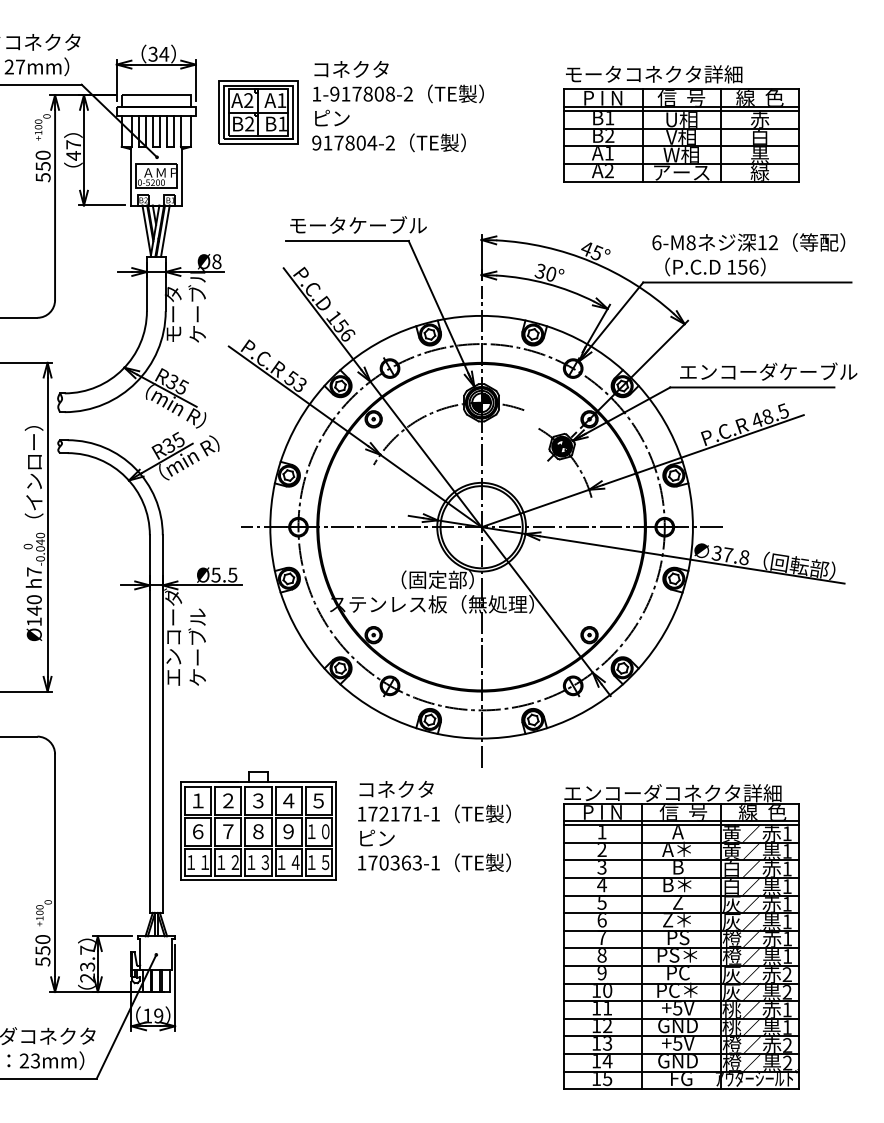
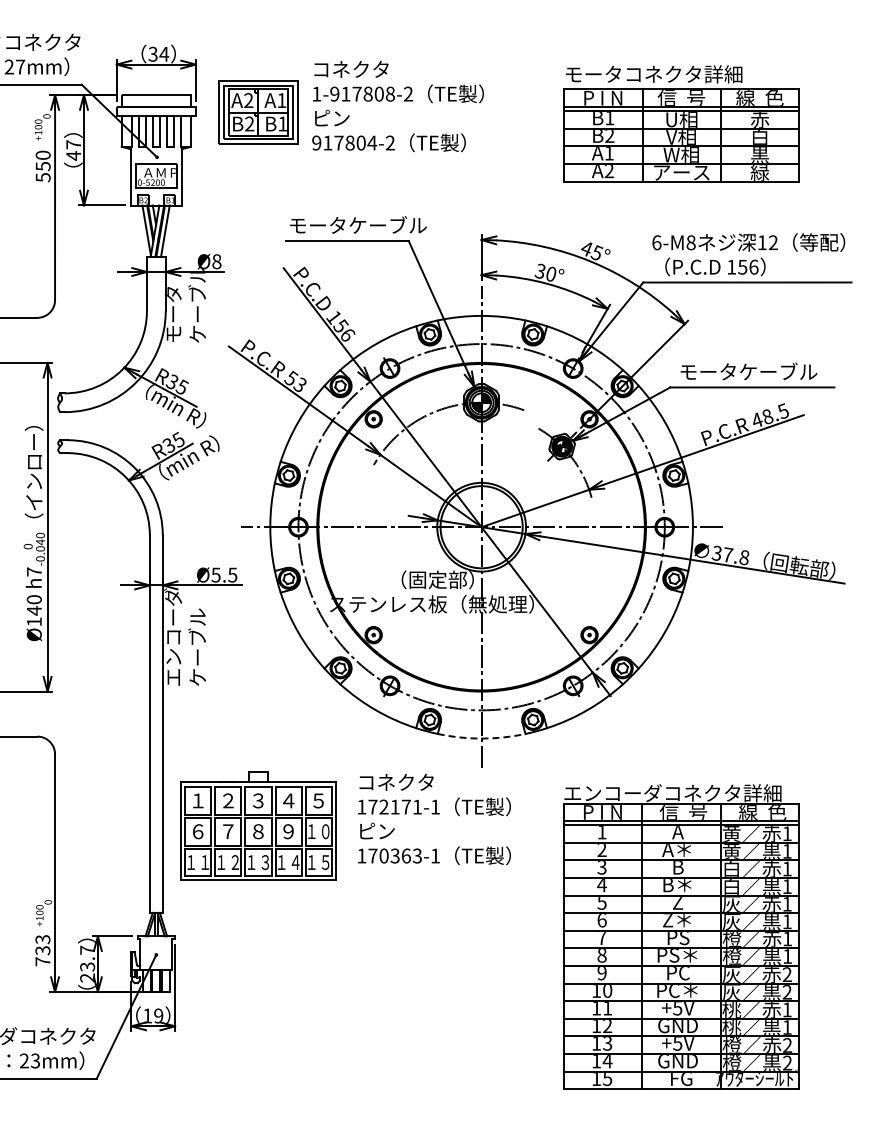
text at (768, 371): エンコーダケーブル -> モータケーブル
arc at (481, 738): solid -> dashed
text at (434, 825) position: (434, 825) -> (434, 818)
text at (42, 950): 550 -> 733
